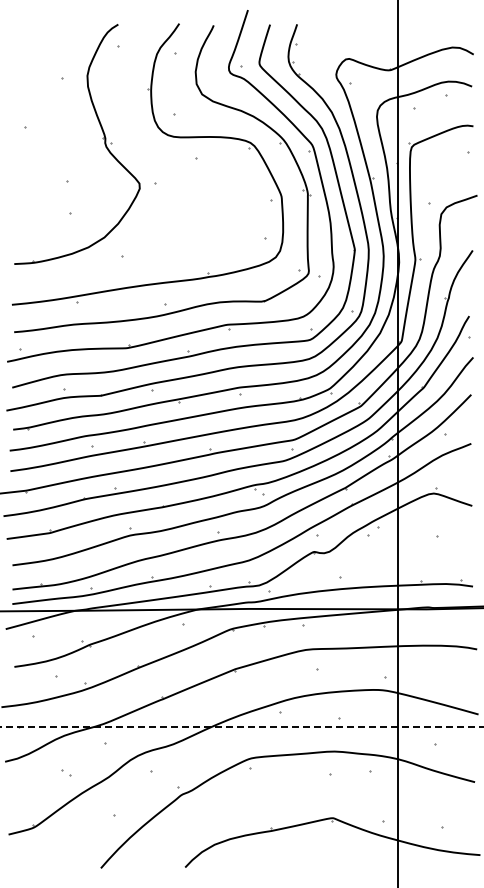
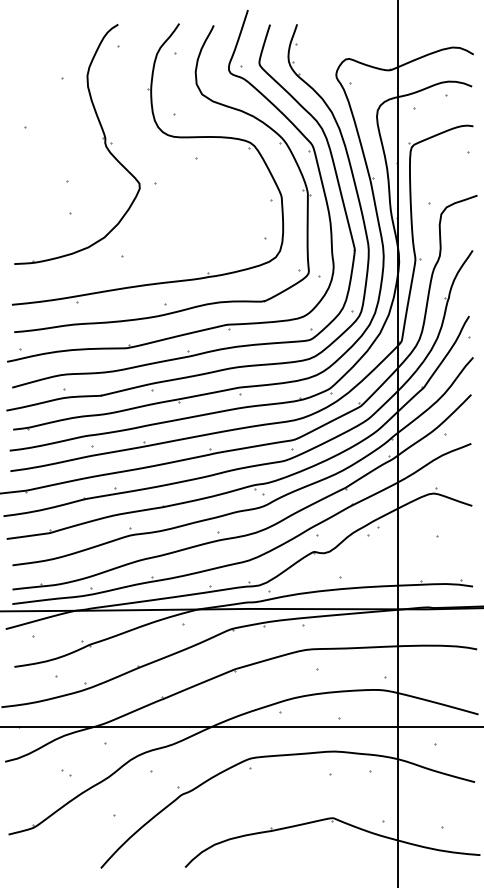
line at (241, 727): dashed -> solid
